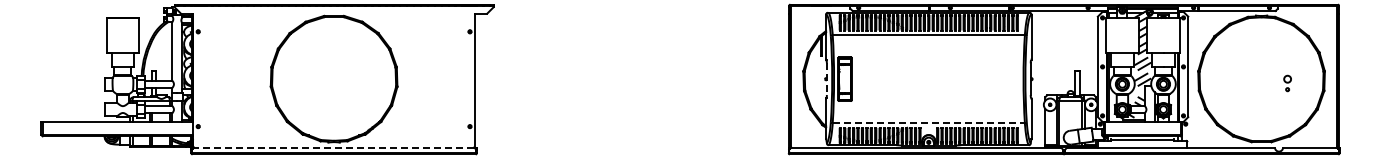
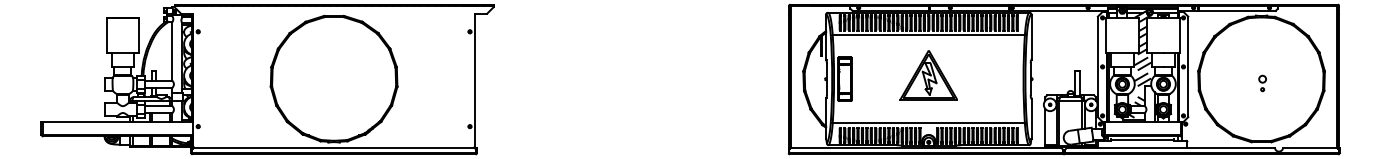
part at (928, 75): none -> present
line at (826, 79): dashed -> solid
part at (1287, 83) position: (1287, 83) -> (1262, 83)
line at (929, 123): dashed -> solid
line at (334, 147): dashed -> solid
